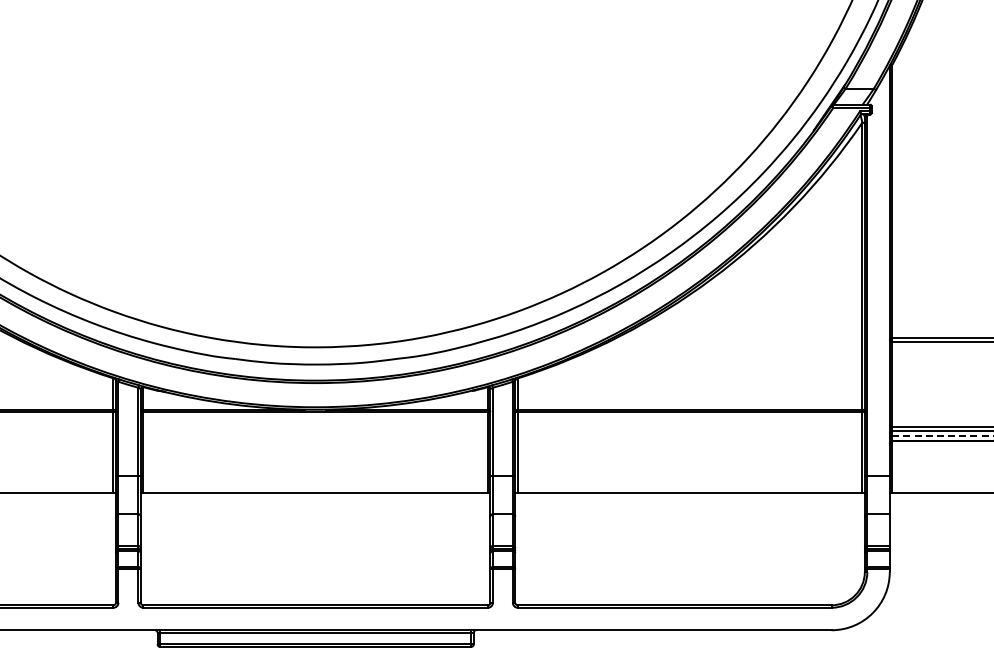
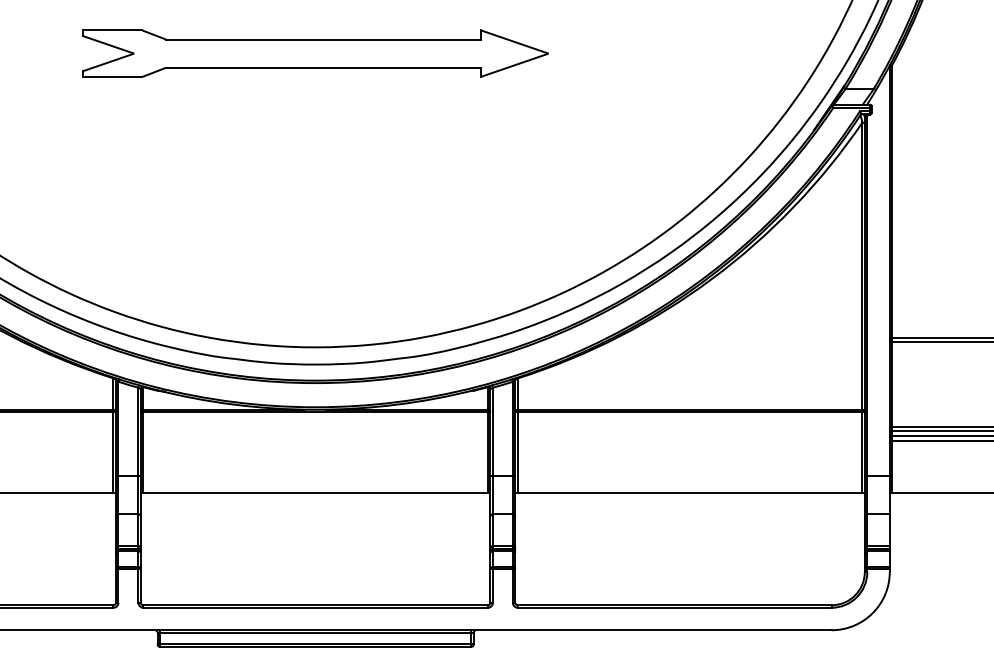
part at (315, 53): none -> present
line at (943, 435): dashed -> solid
